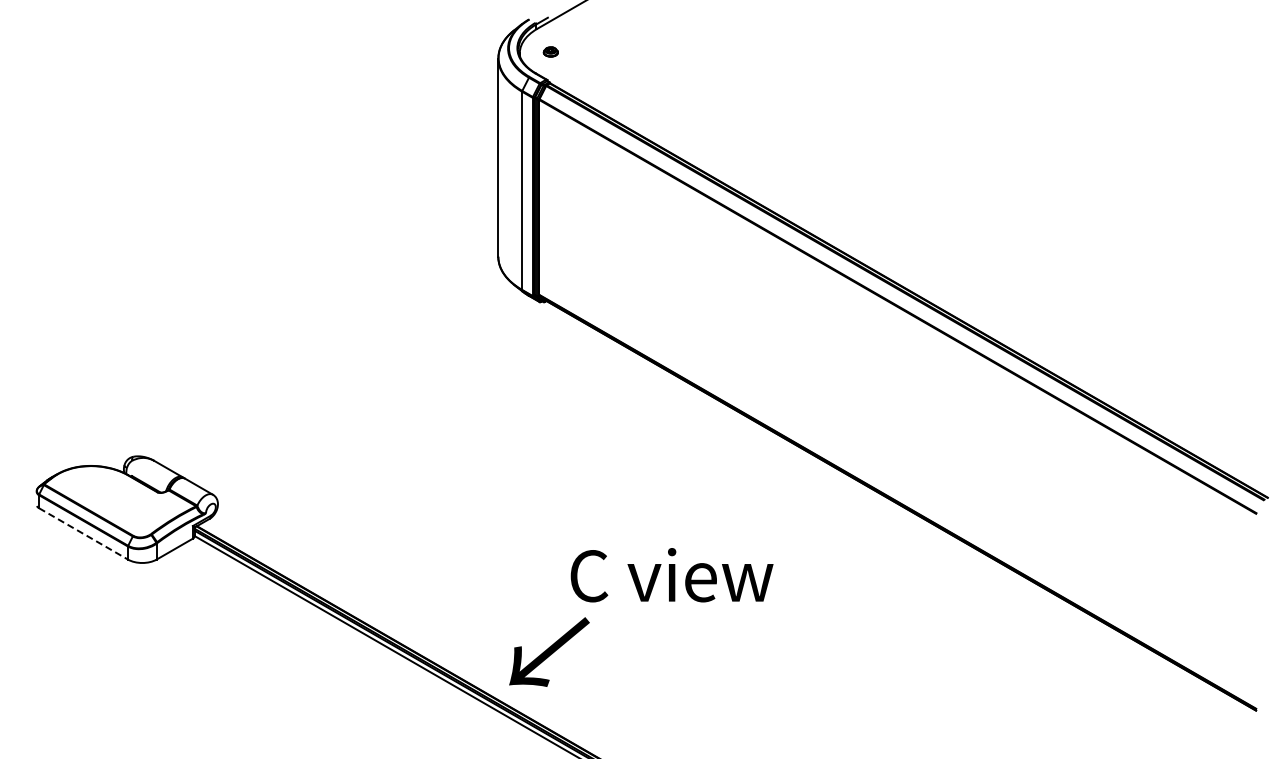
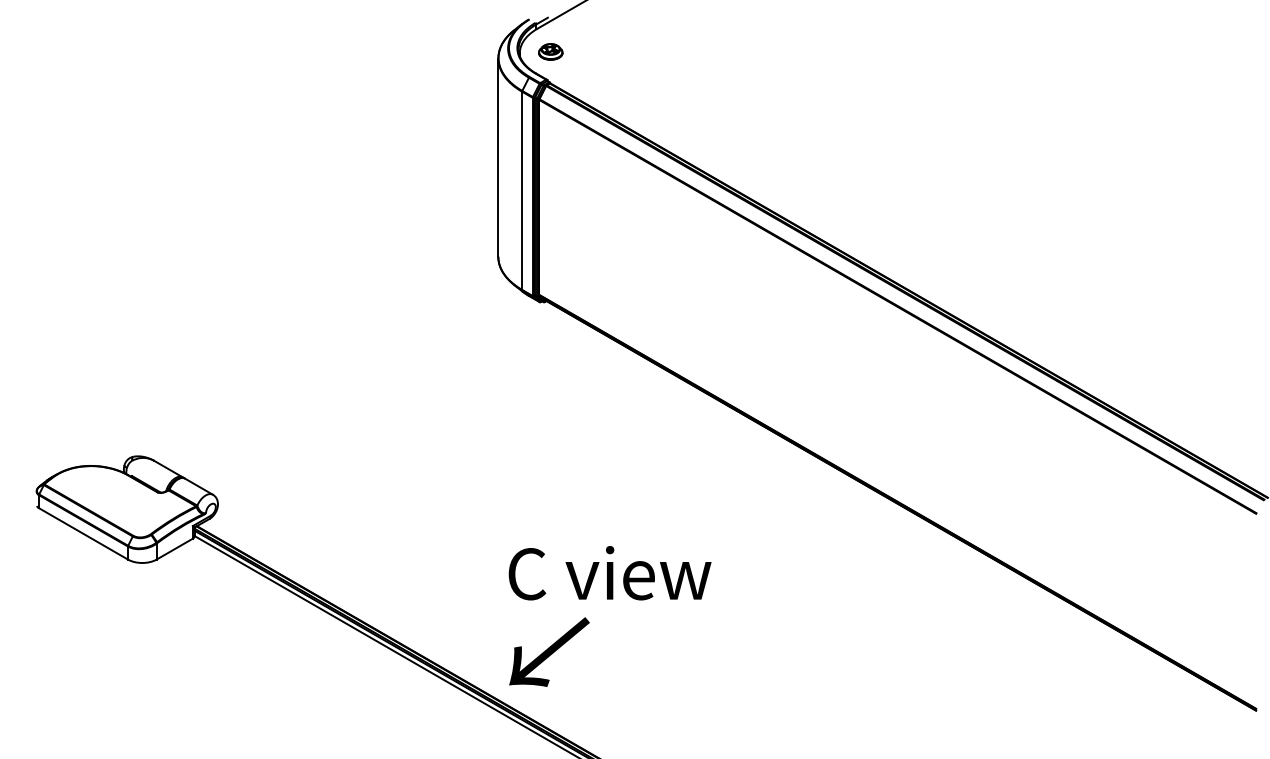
part at (550, 51) size: 17x12 px -> 26x18 px
line at (83, 534): dashed -> solid
text at (671, 575) position: (671, 575) -> (609, 573)
